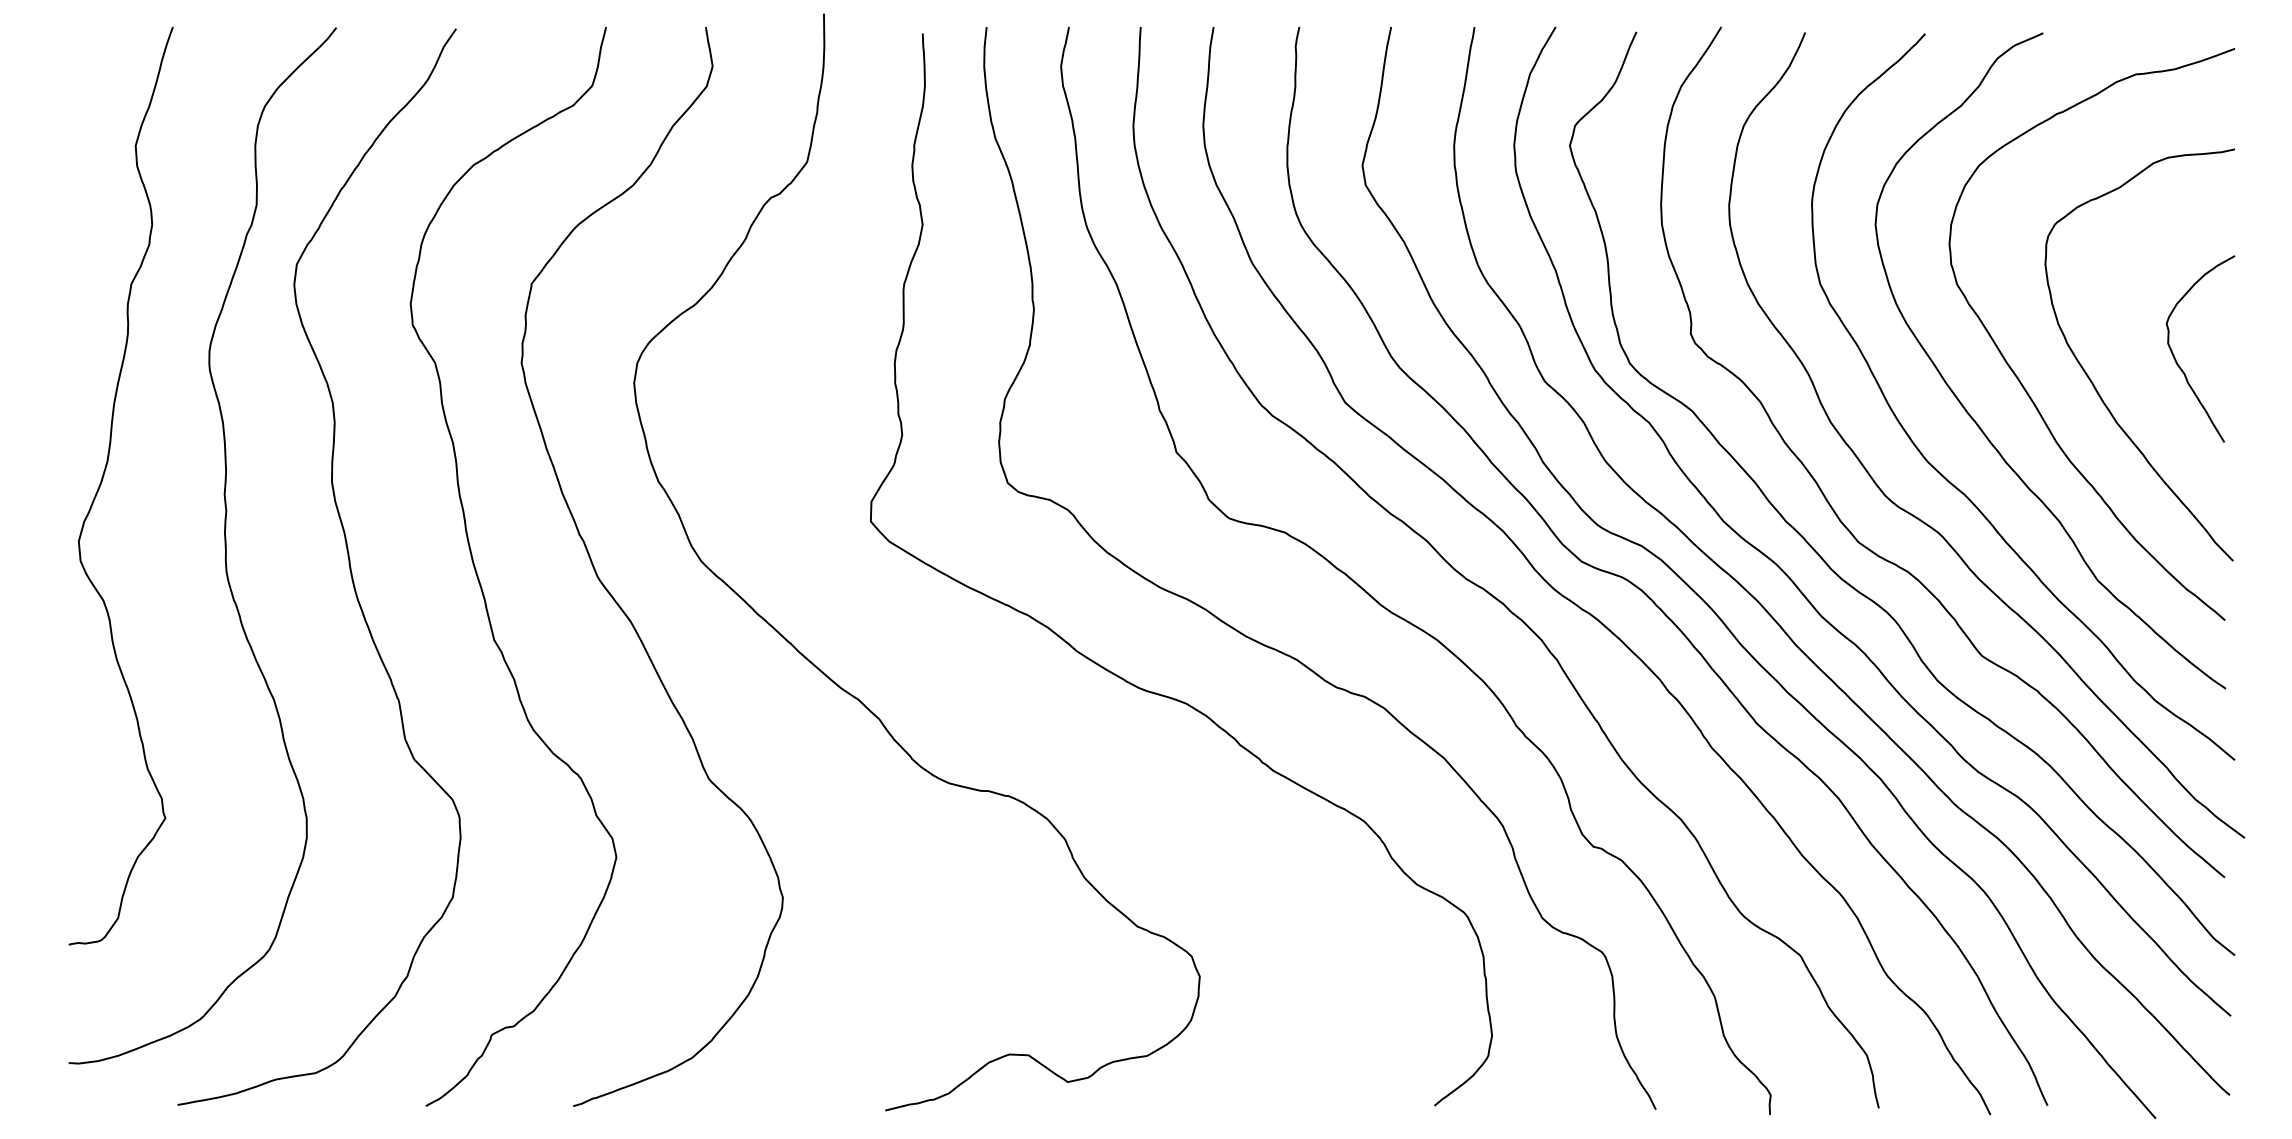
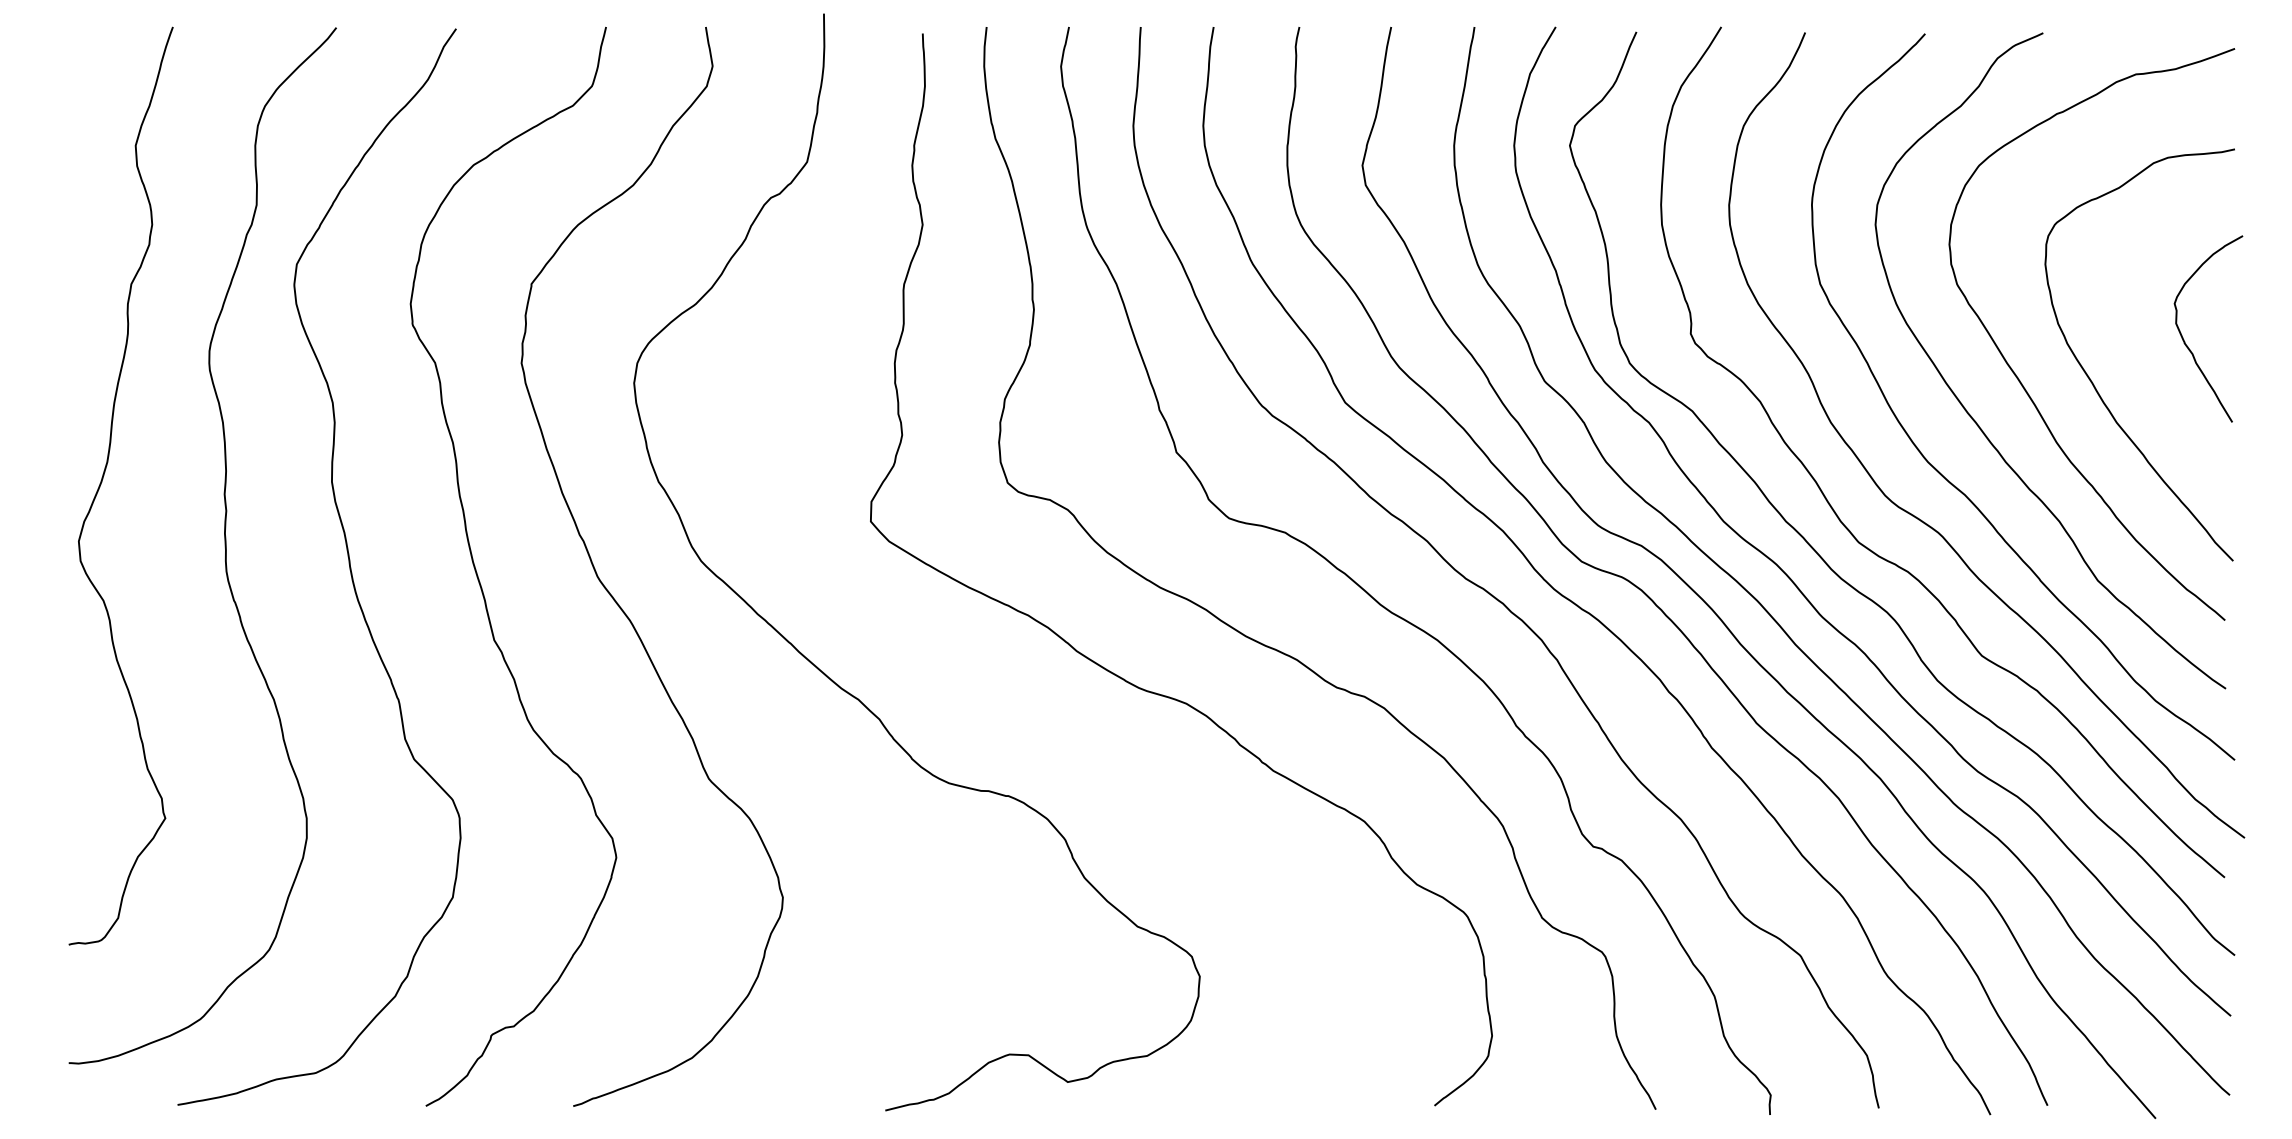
curve at (2176, 359) position: (2176, 359) -> (2184, 339)
